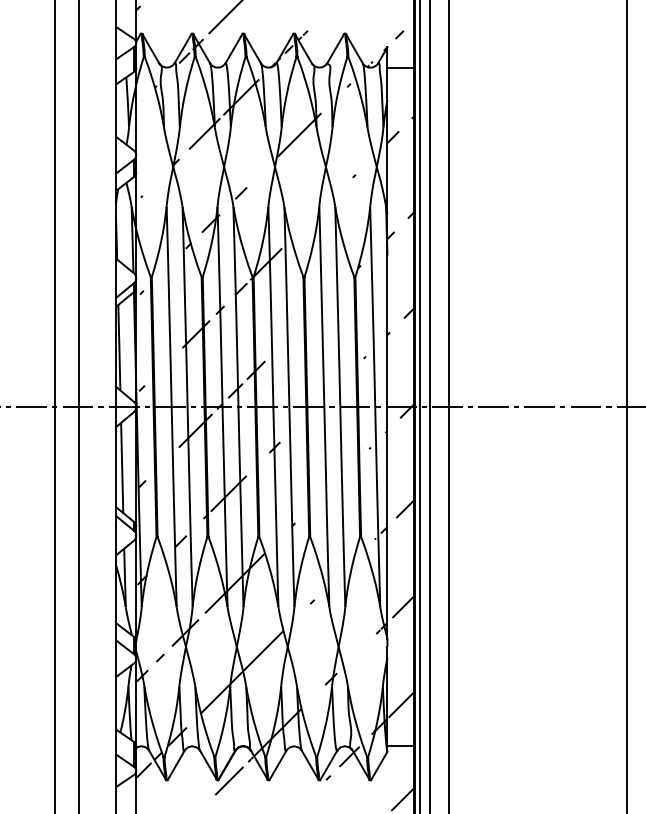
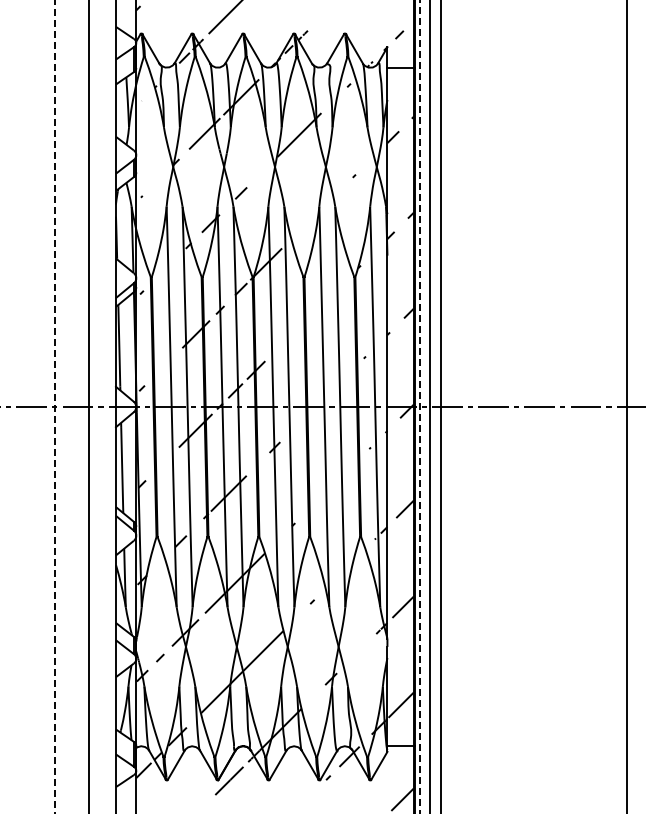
line at (55, 406): solid -> dashed
line at (79, 406) position: (79, 406) -> (89, 406)
line at (448, 406) position: (448, 406) -> (440, 406)
line at (419, 407): solid -> dashed
